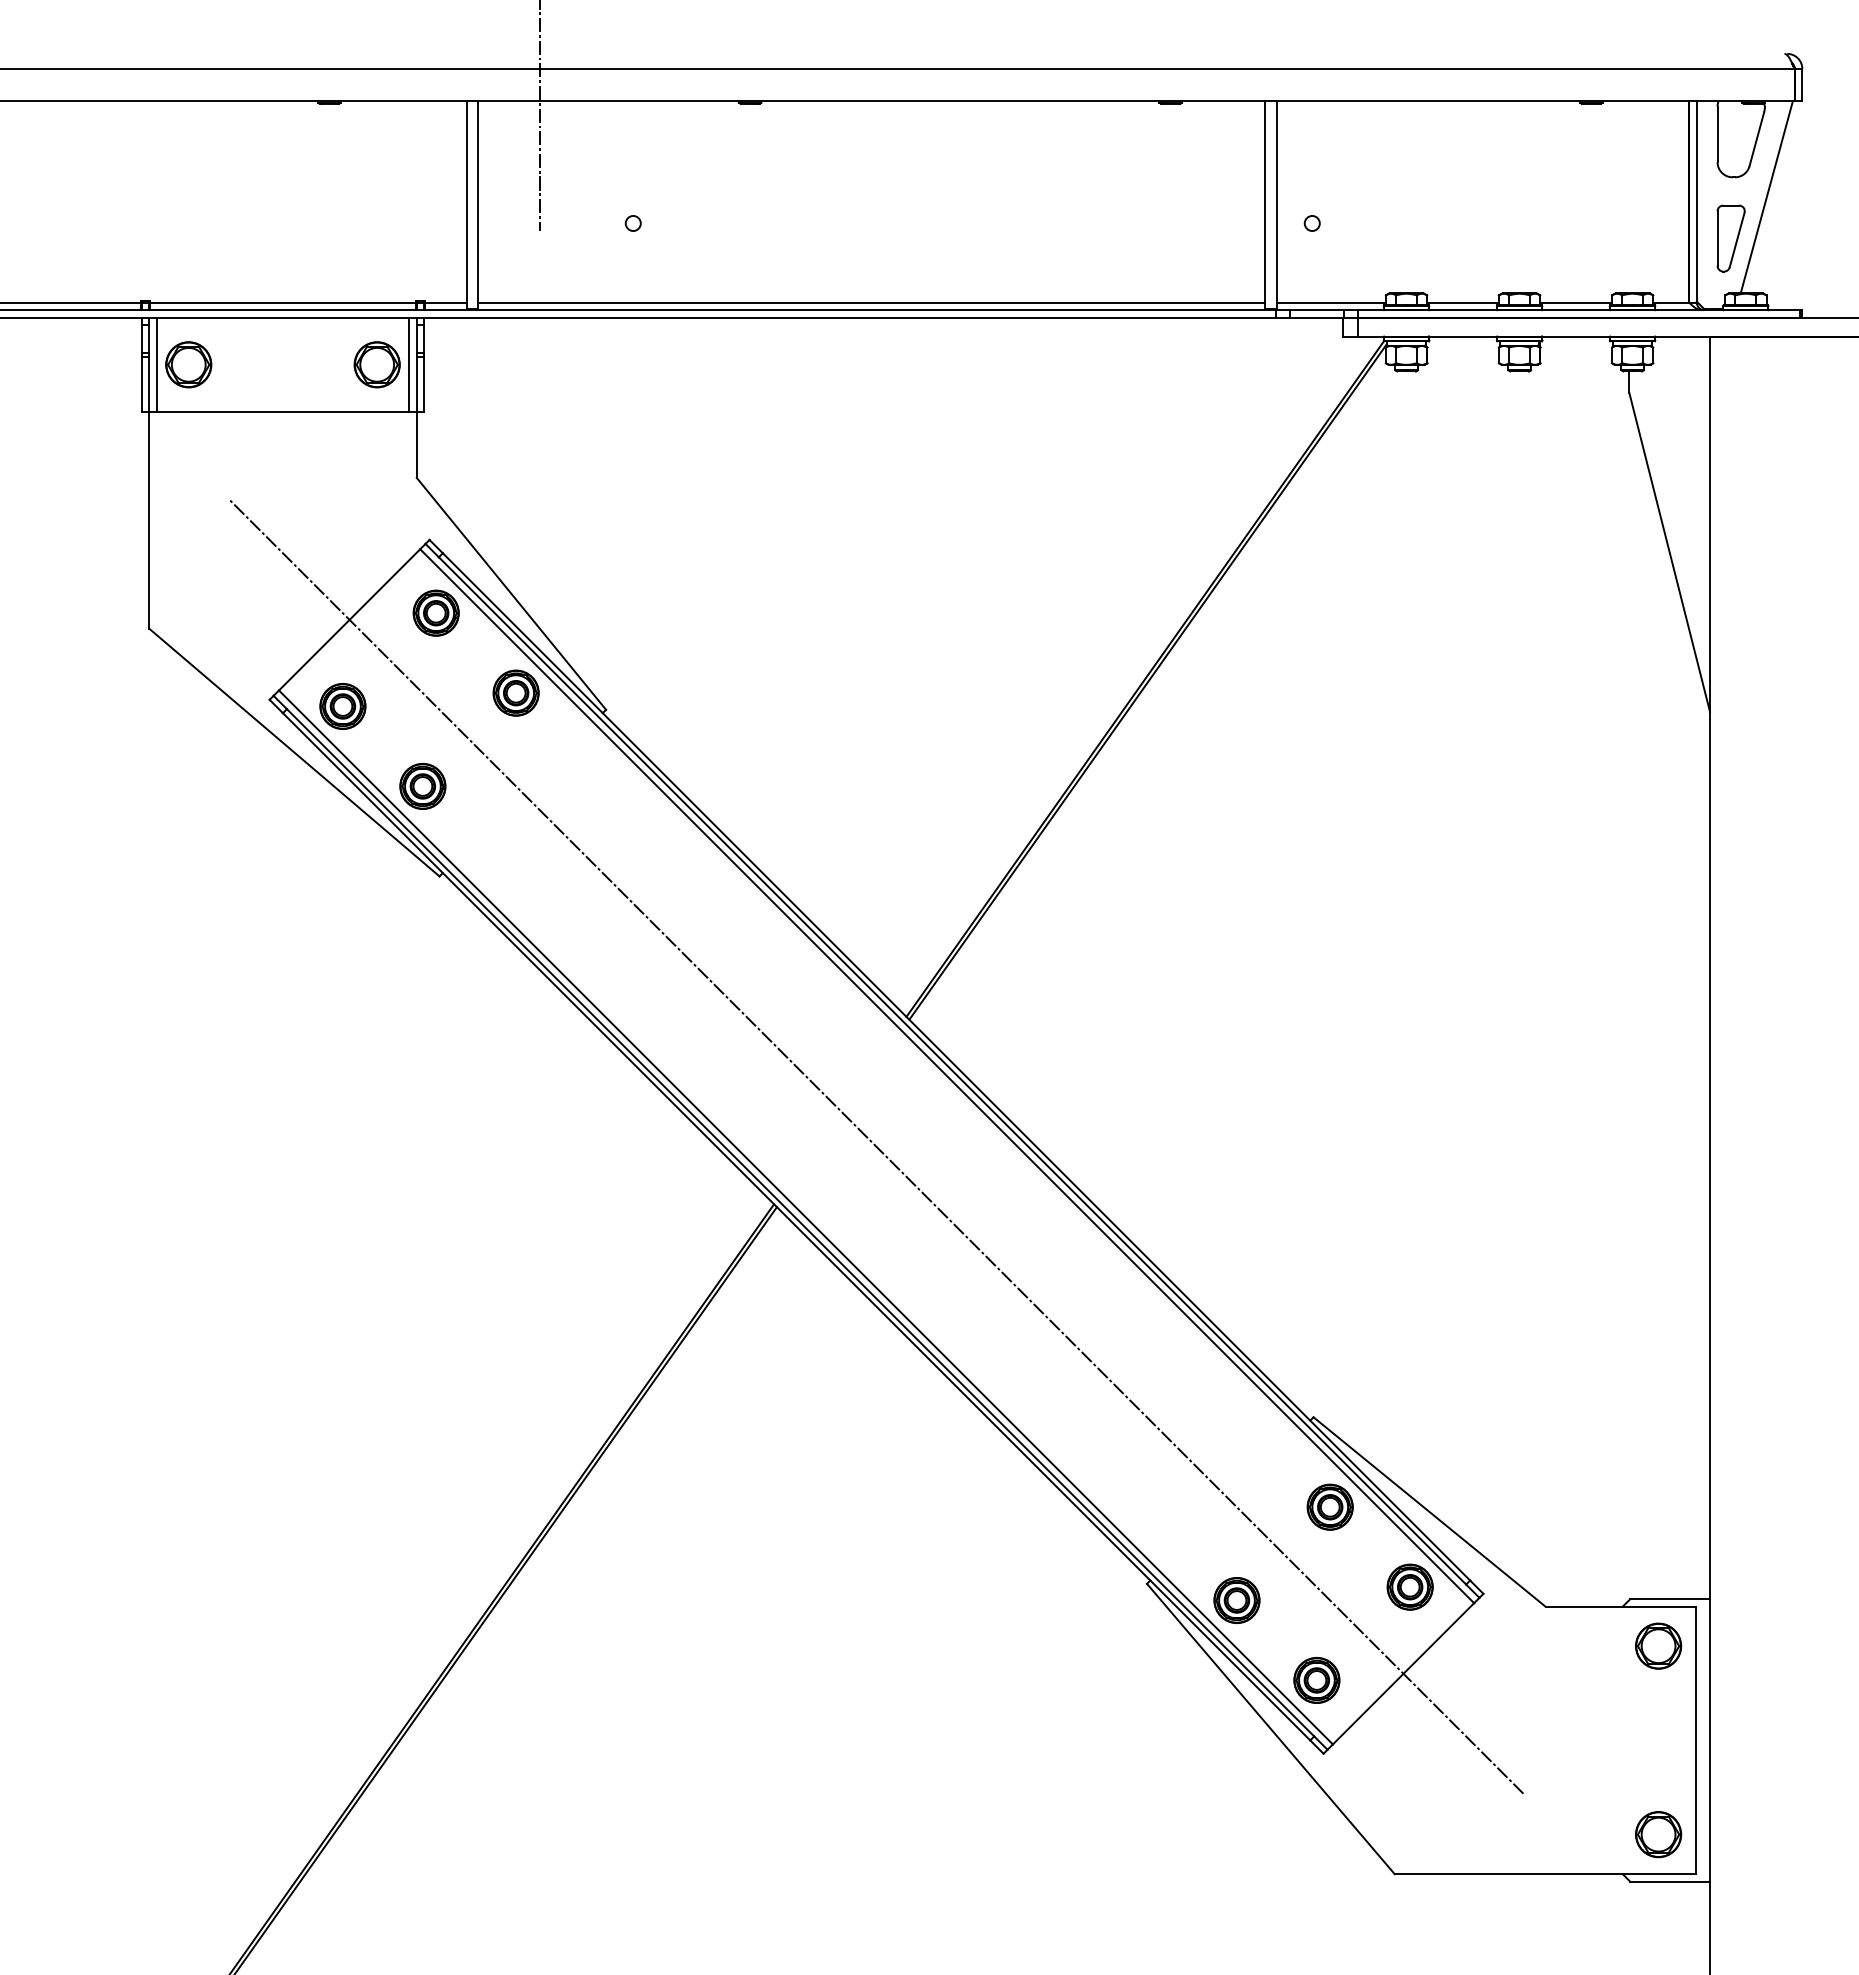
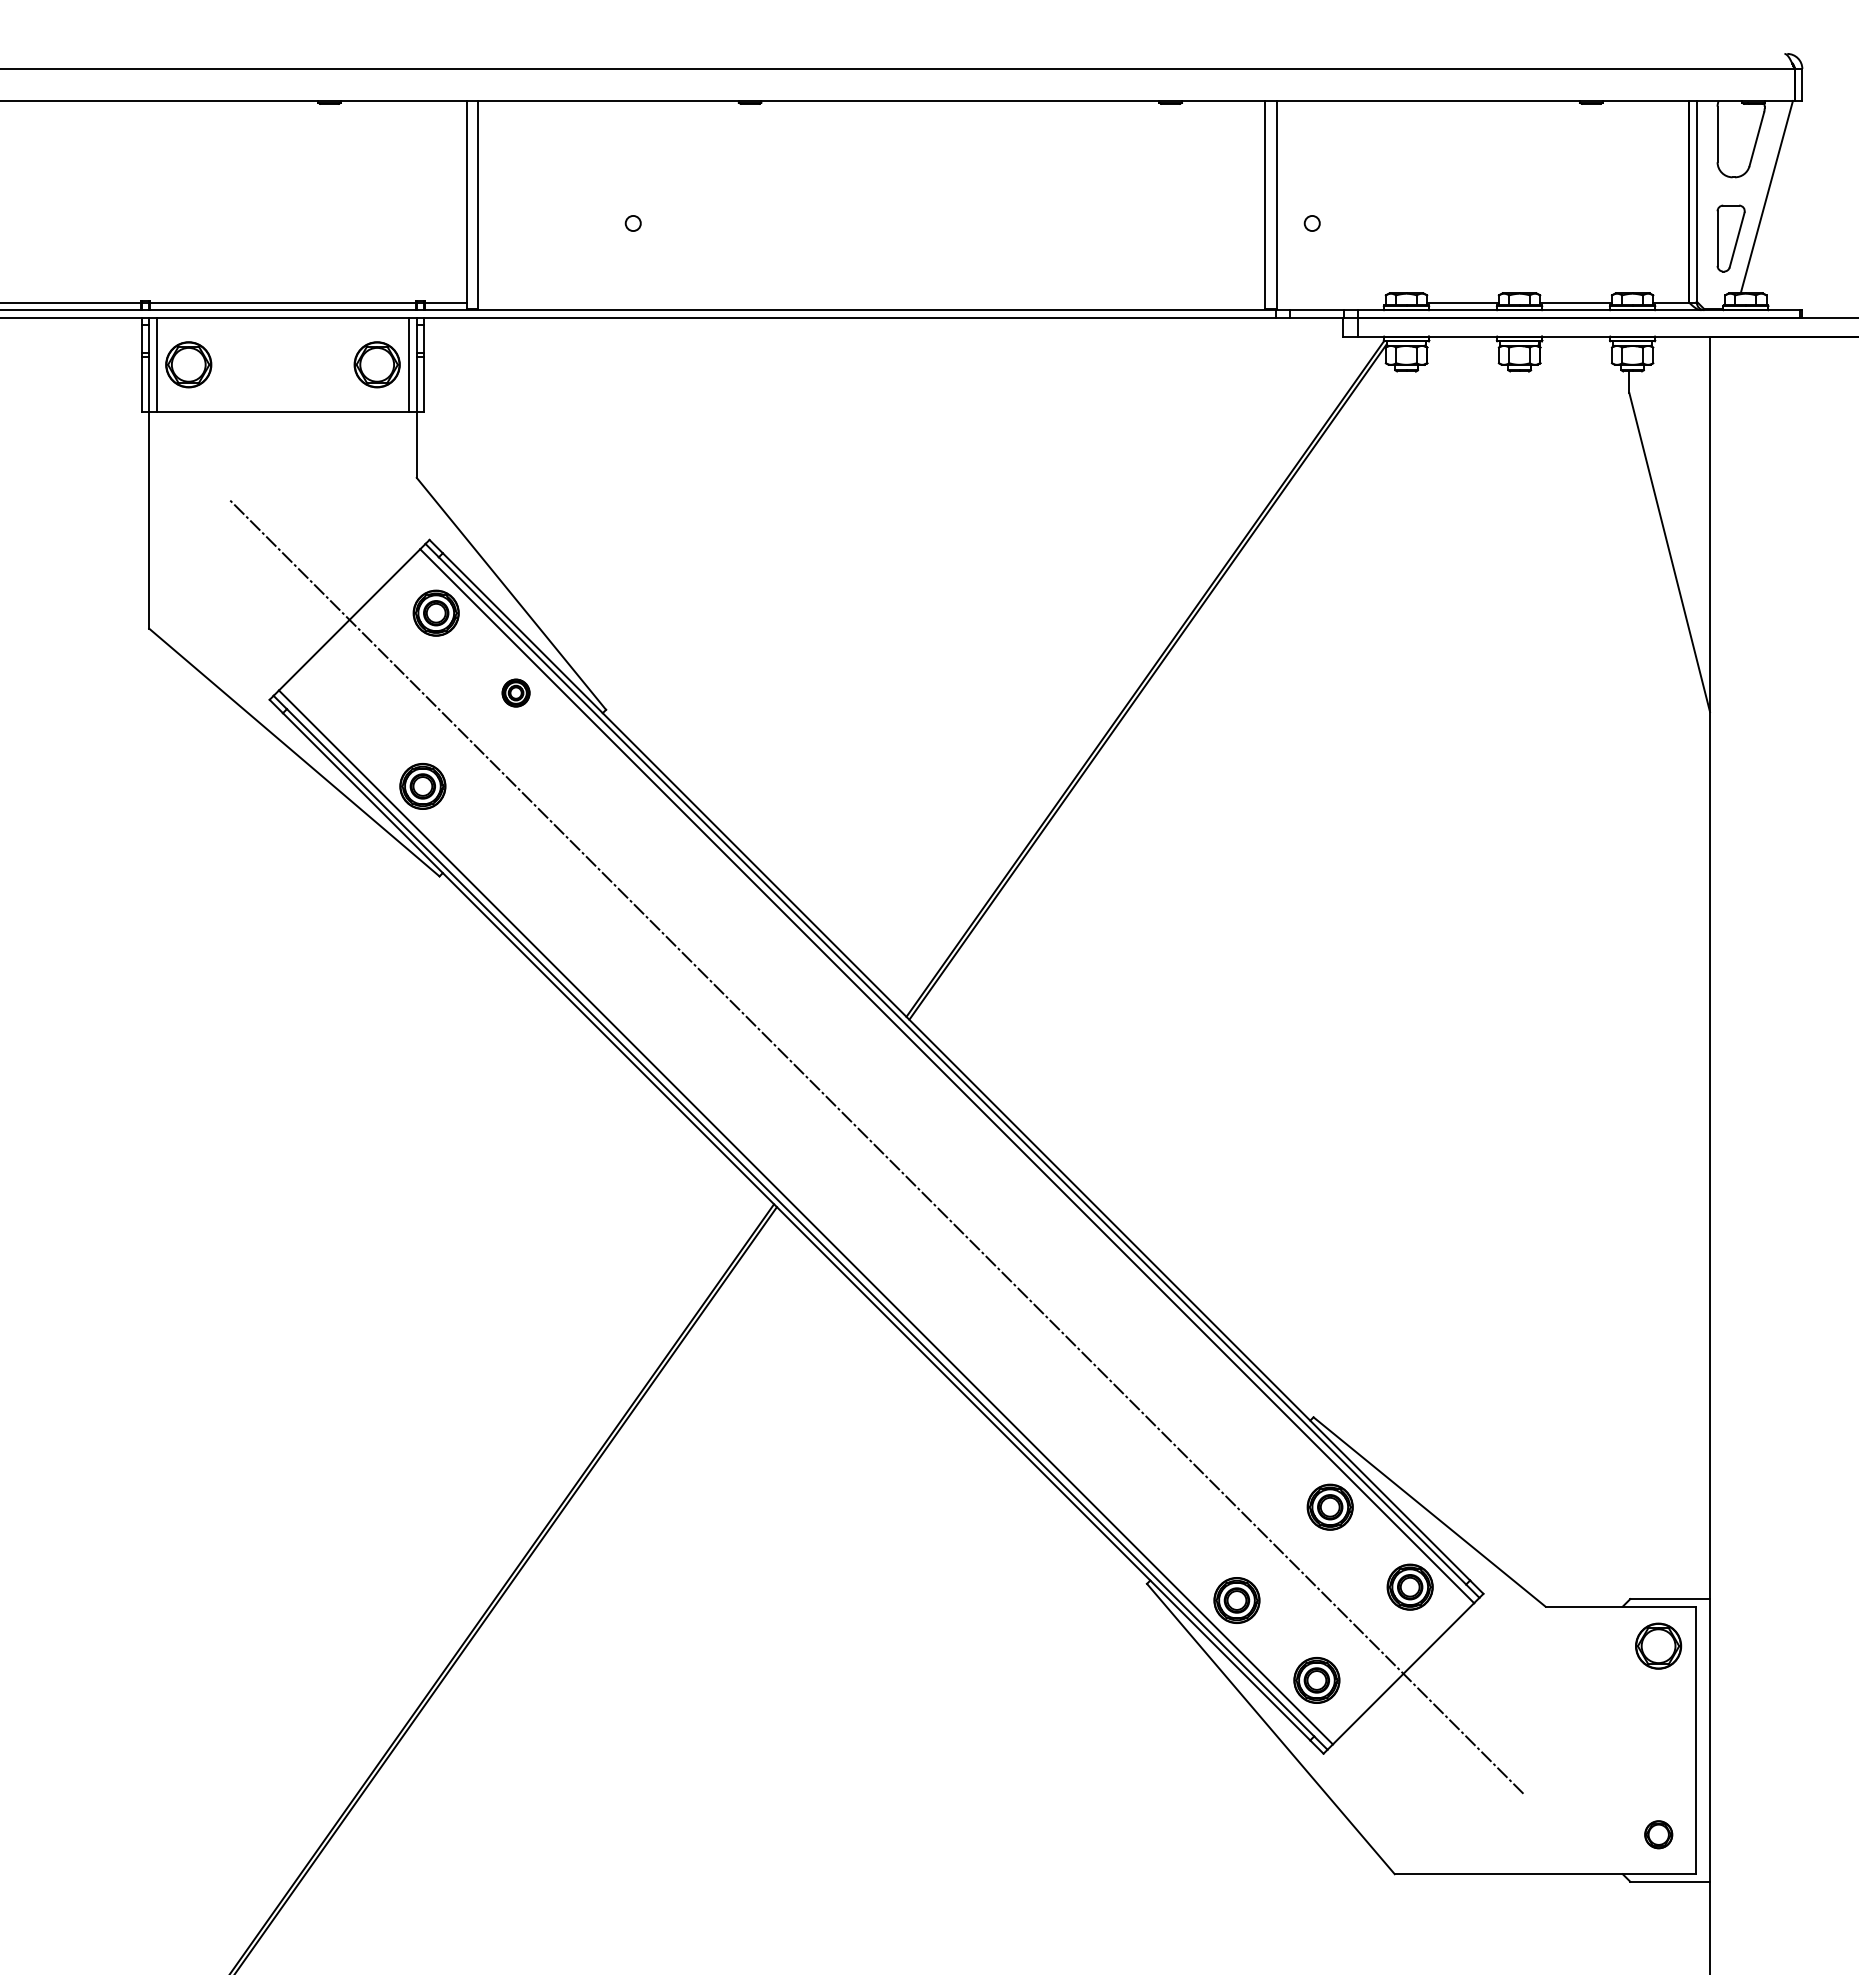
line at (539, 116): present -> none
line at (871, 302): present -> none
line at (1330, 302): present -> none
part at (515, 692) size: 48x48 px -> 30x30 px
part at (342, 706): present -> none
part at (1658, 1834) size: 48x48 px -> 30x30 px
